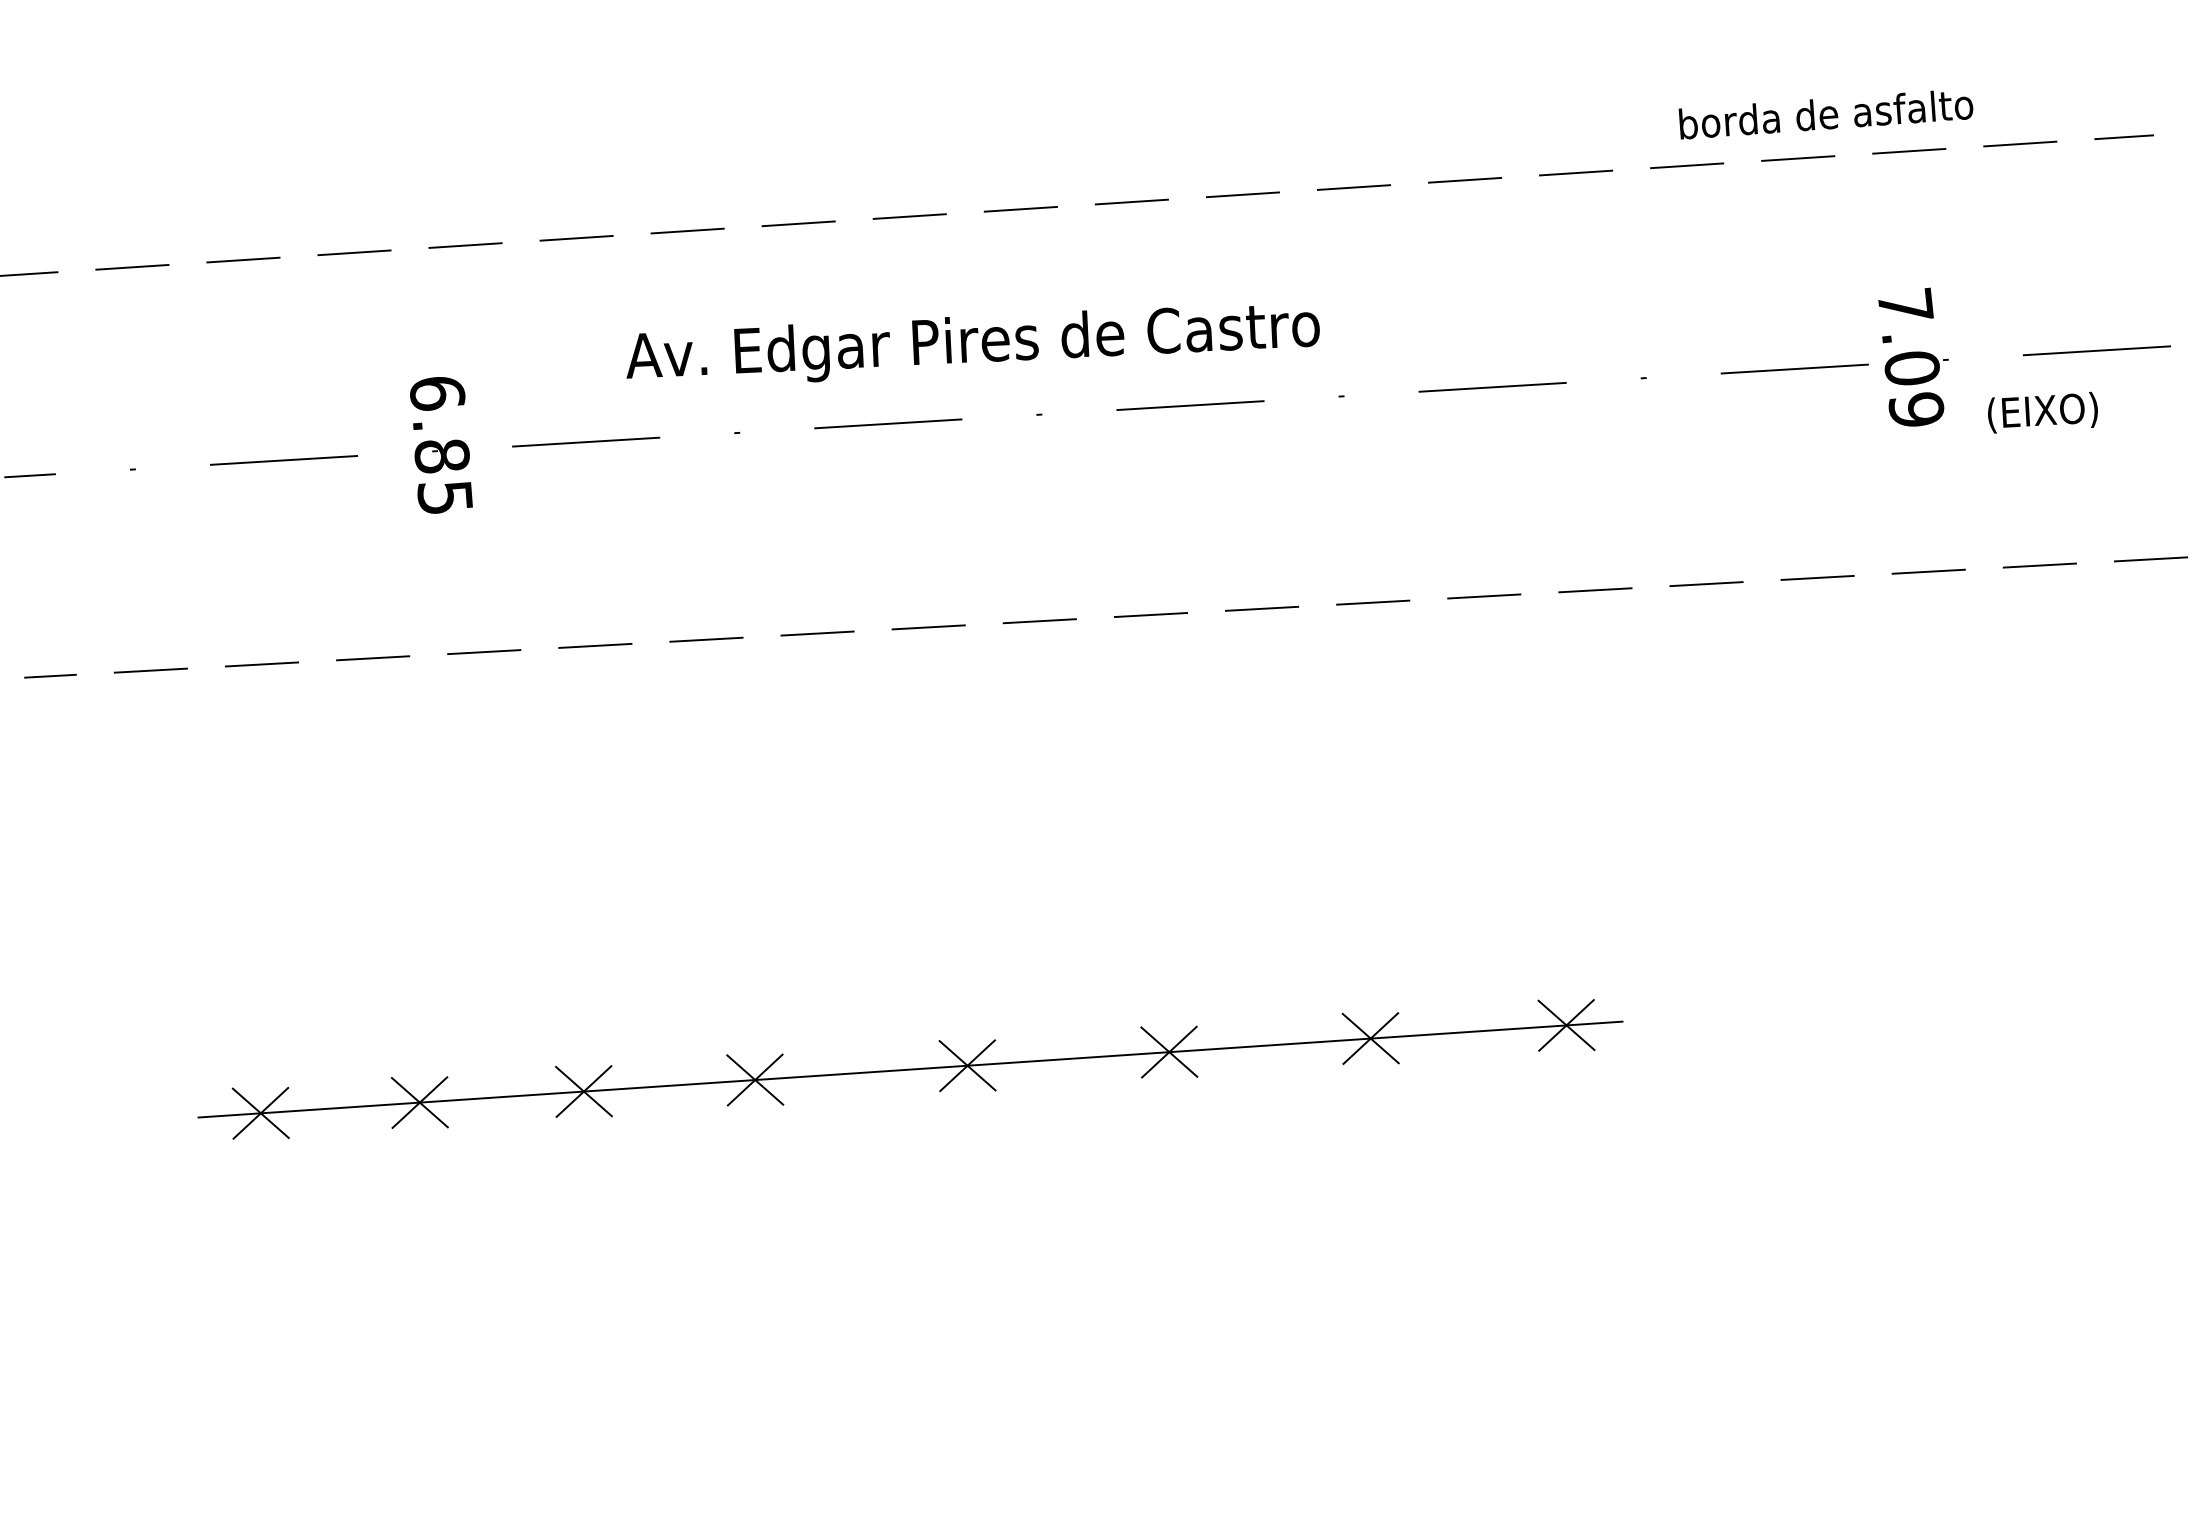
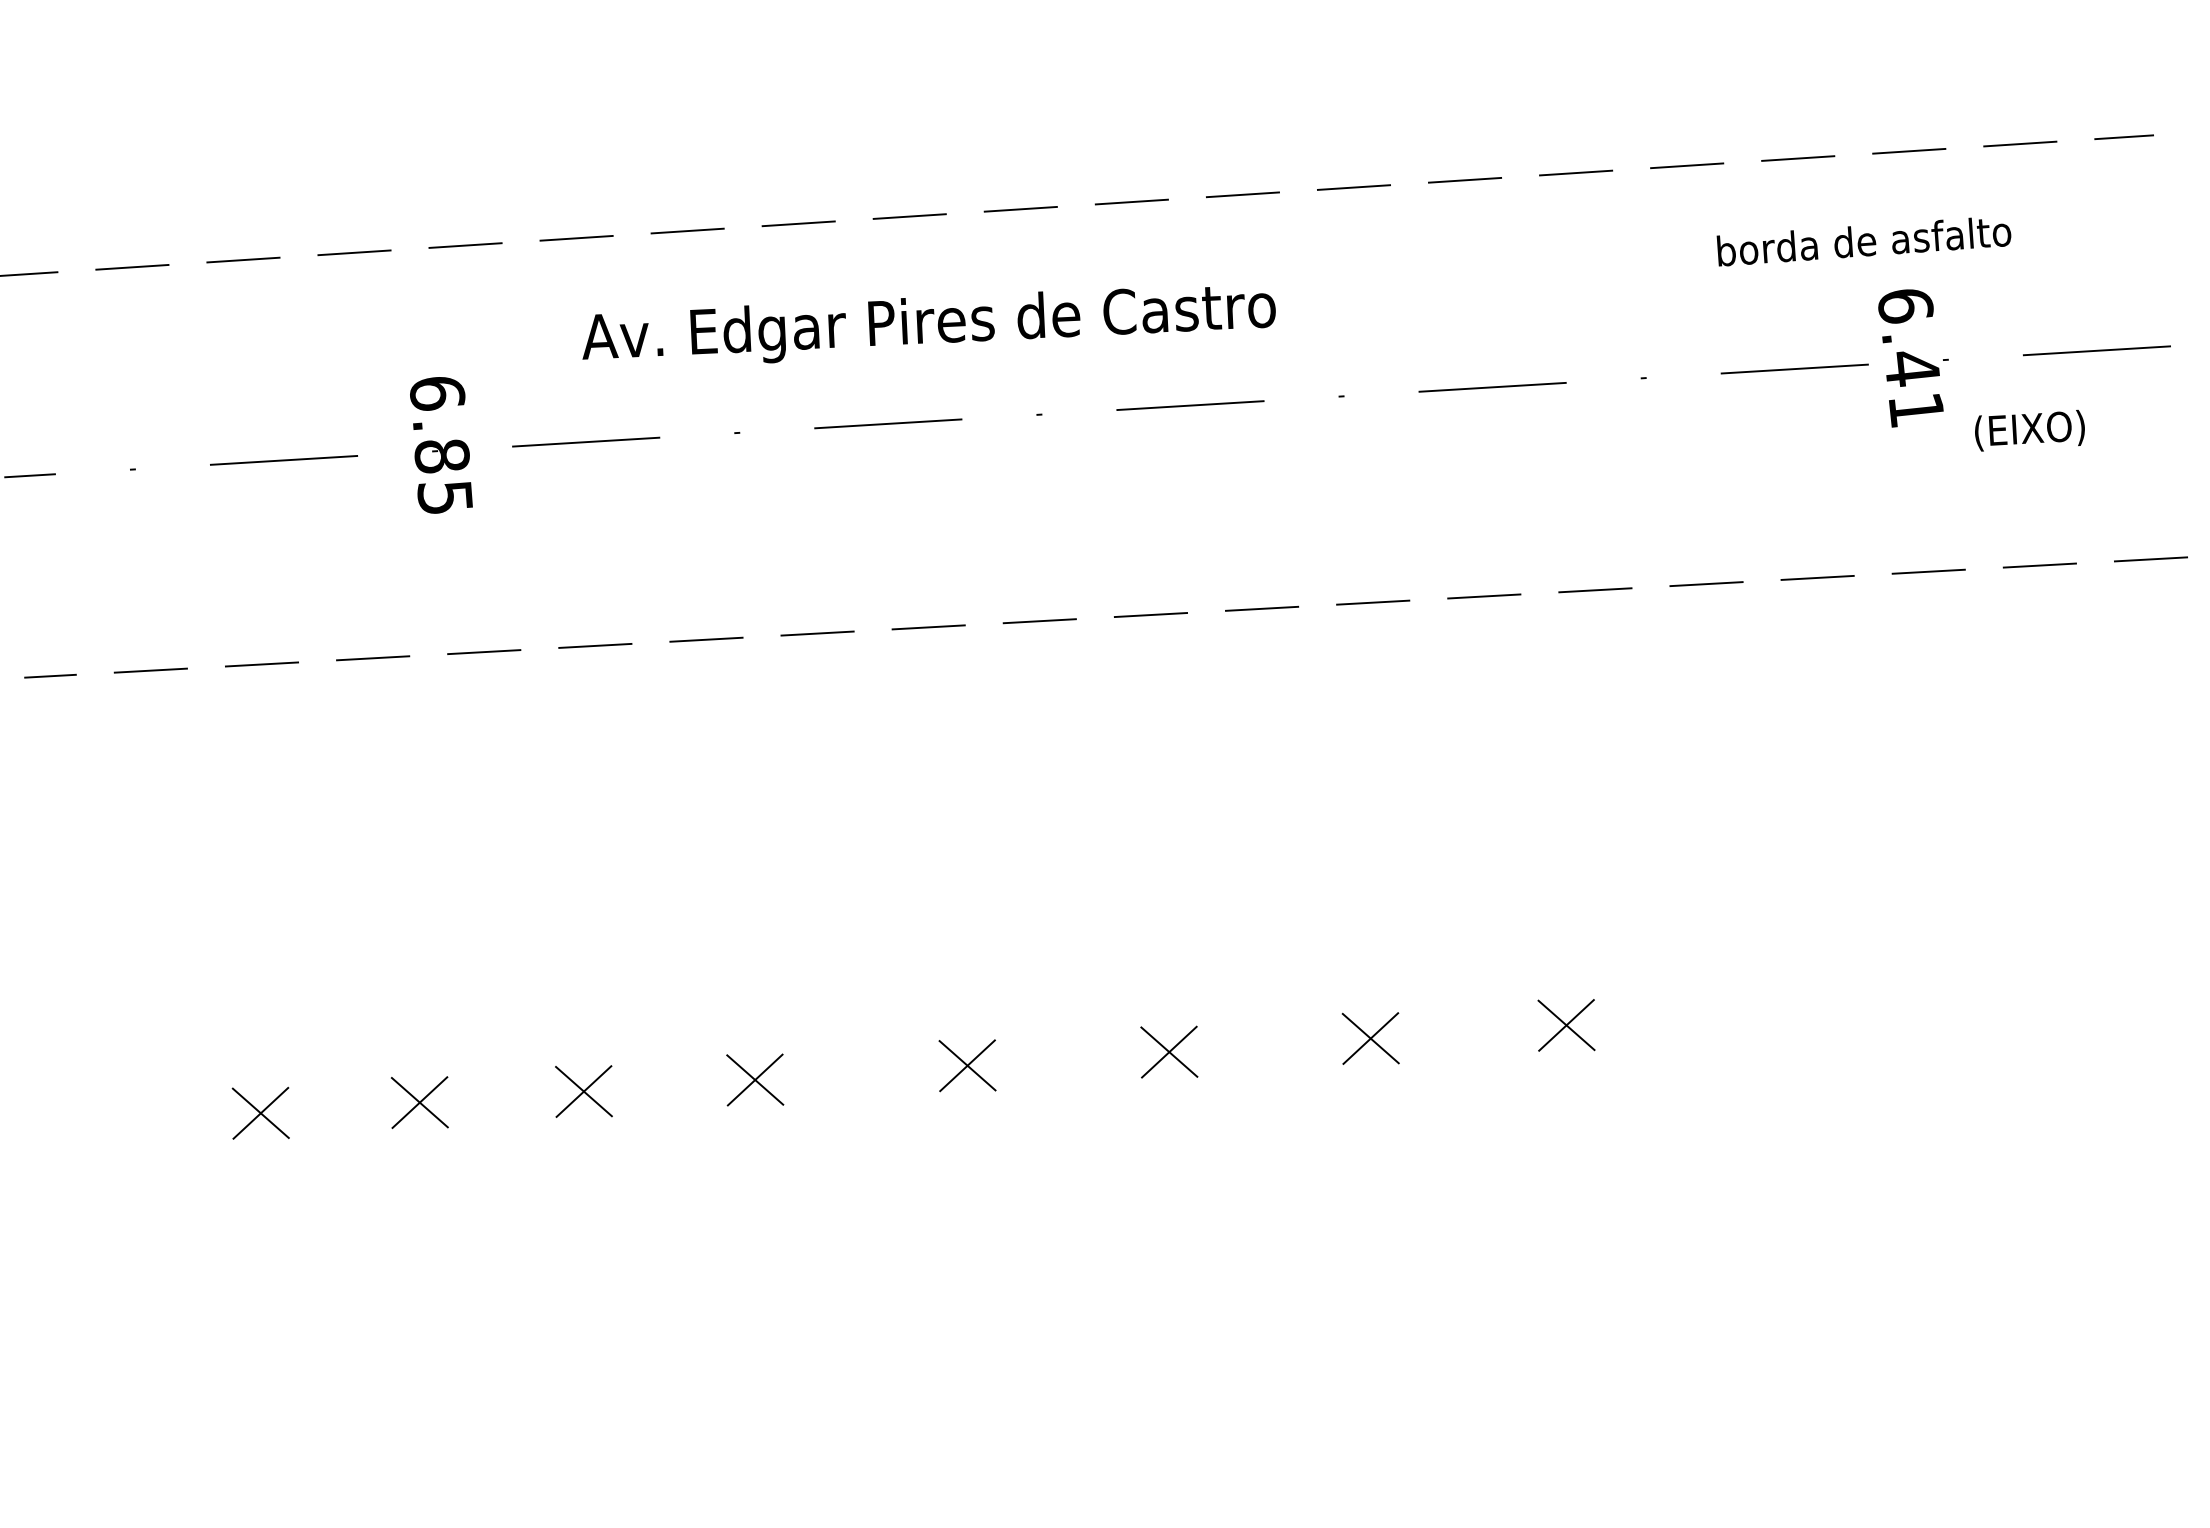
text at (1825, 114) position: (1825, 114) -> (1863, 241)
text at (972, 344) position: (972, 344) -> (928, 325)
text at (1911, 357): 7.09 -> 6.41
text at (2042, 412) position: (2042, 412) -> (2029, 430)
line at (910, 1069): present -> none
